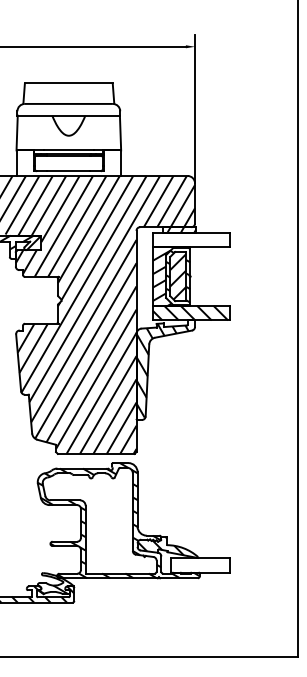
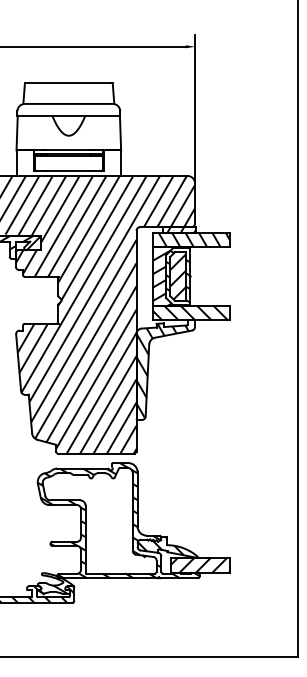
hatch at (191, 239): none -> present
hatch at (200, 564): none -> present
